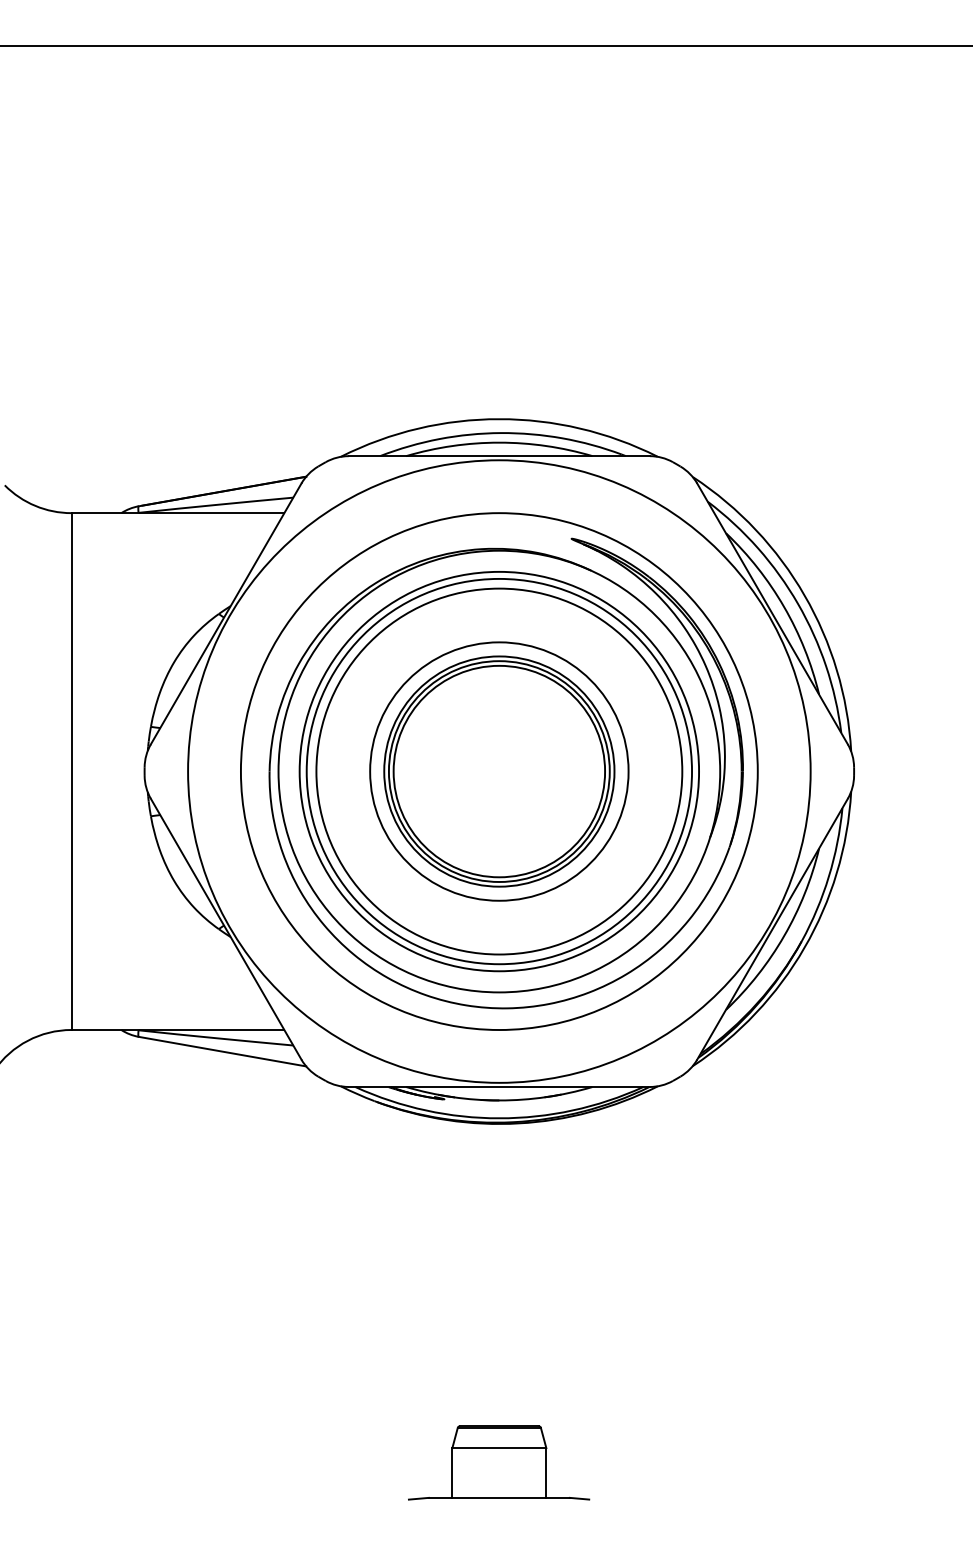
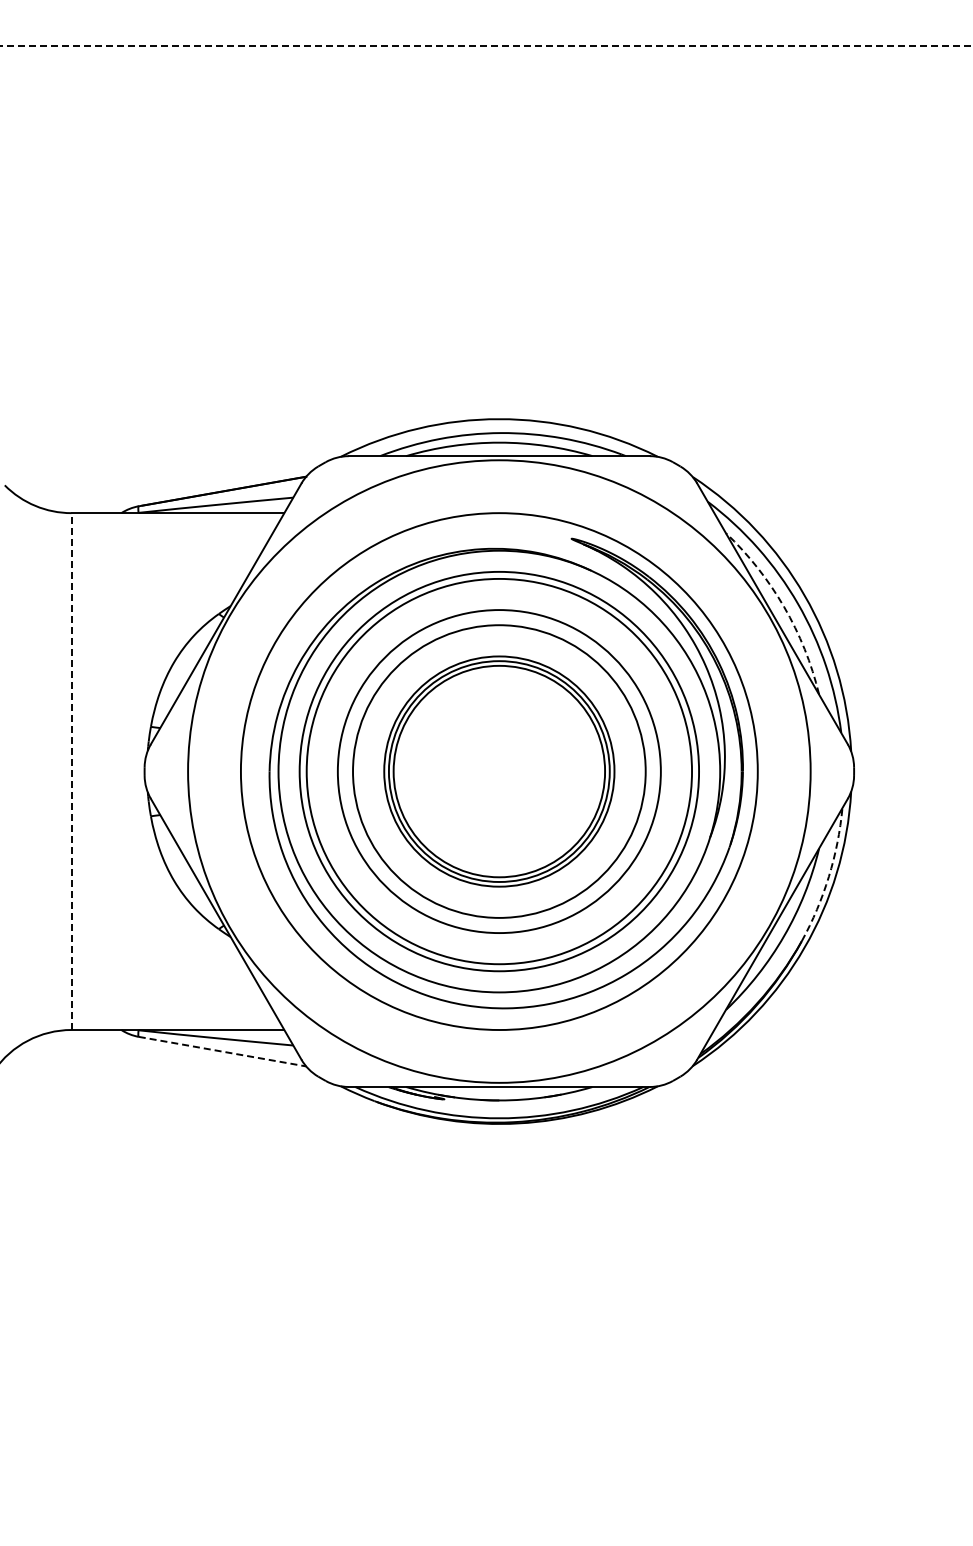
line at (486, 46): solid -> dashed
arc at (784, 607): solid -> dashed
line at (71, 771): solid -> dashed
circle at (499, 771) diameter: 258 px -> 323 px
circle at (499, 771) diameter: 366 px -> 293 px
arc at (828, 876): solid -> dashed
line at (223, 1051): solid -> dashed
part at (499, 1462): present -> none
